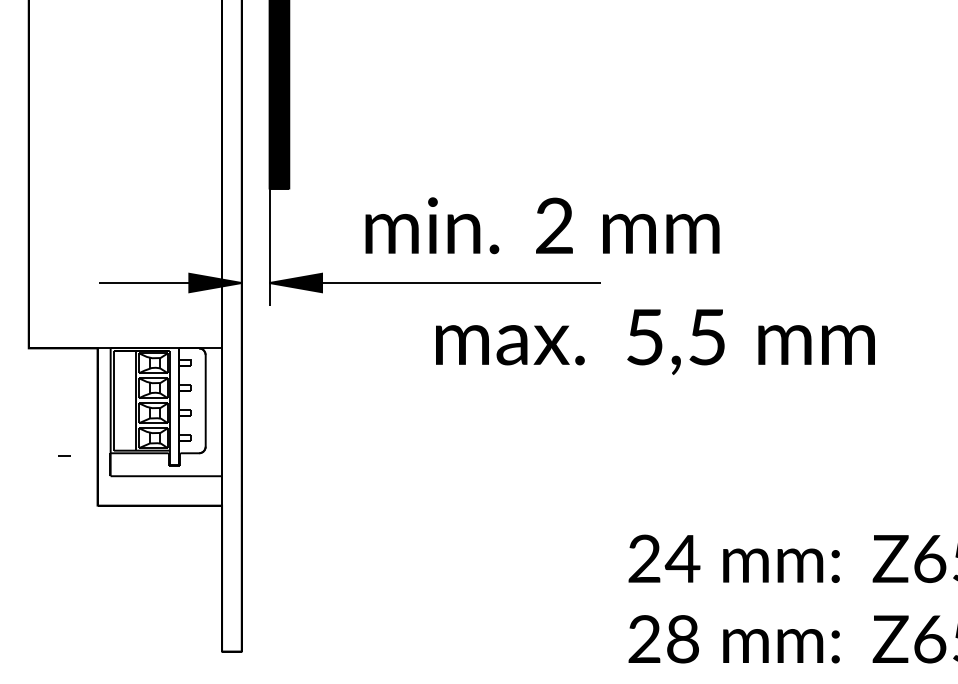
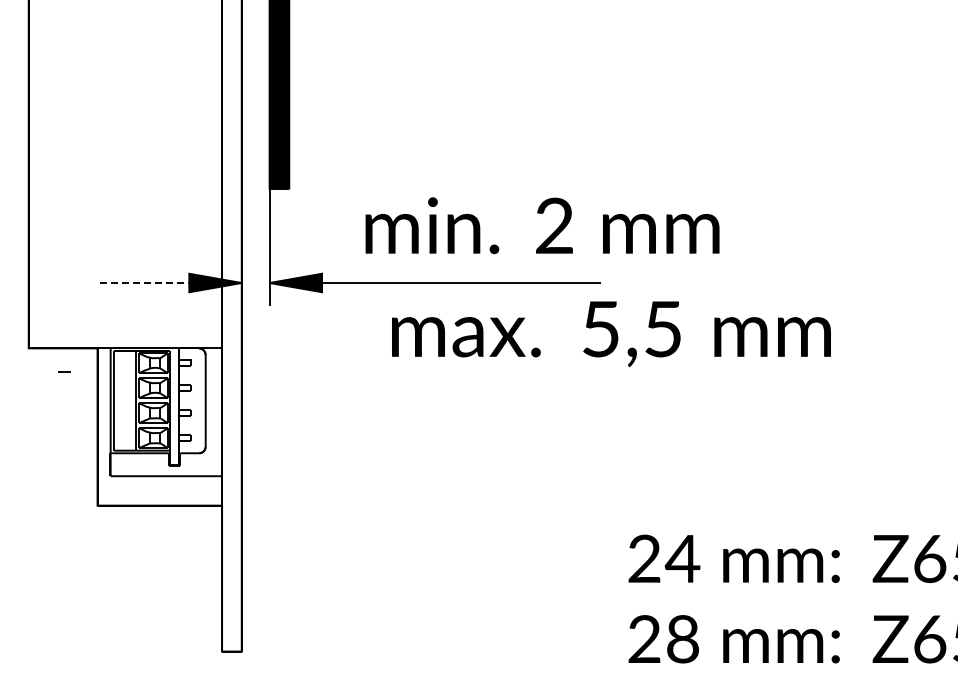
line at (146, 283): solid -> dashed
text at (655, 341) position: (655, 341) -> (611, 333)
line at (64, 455) position: (64, 455) -> (64, 371)
